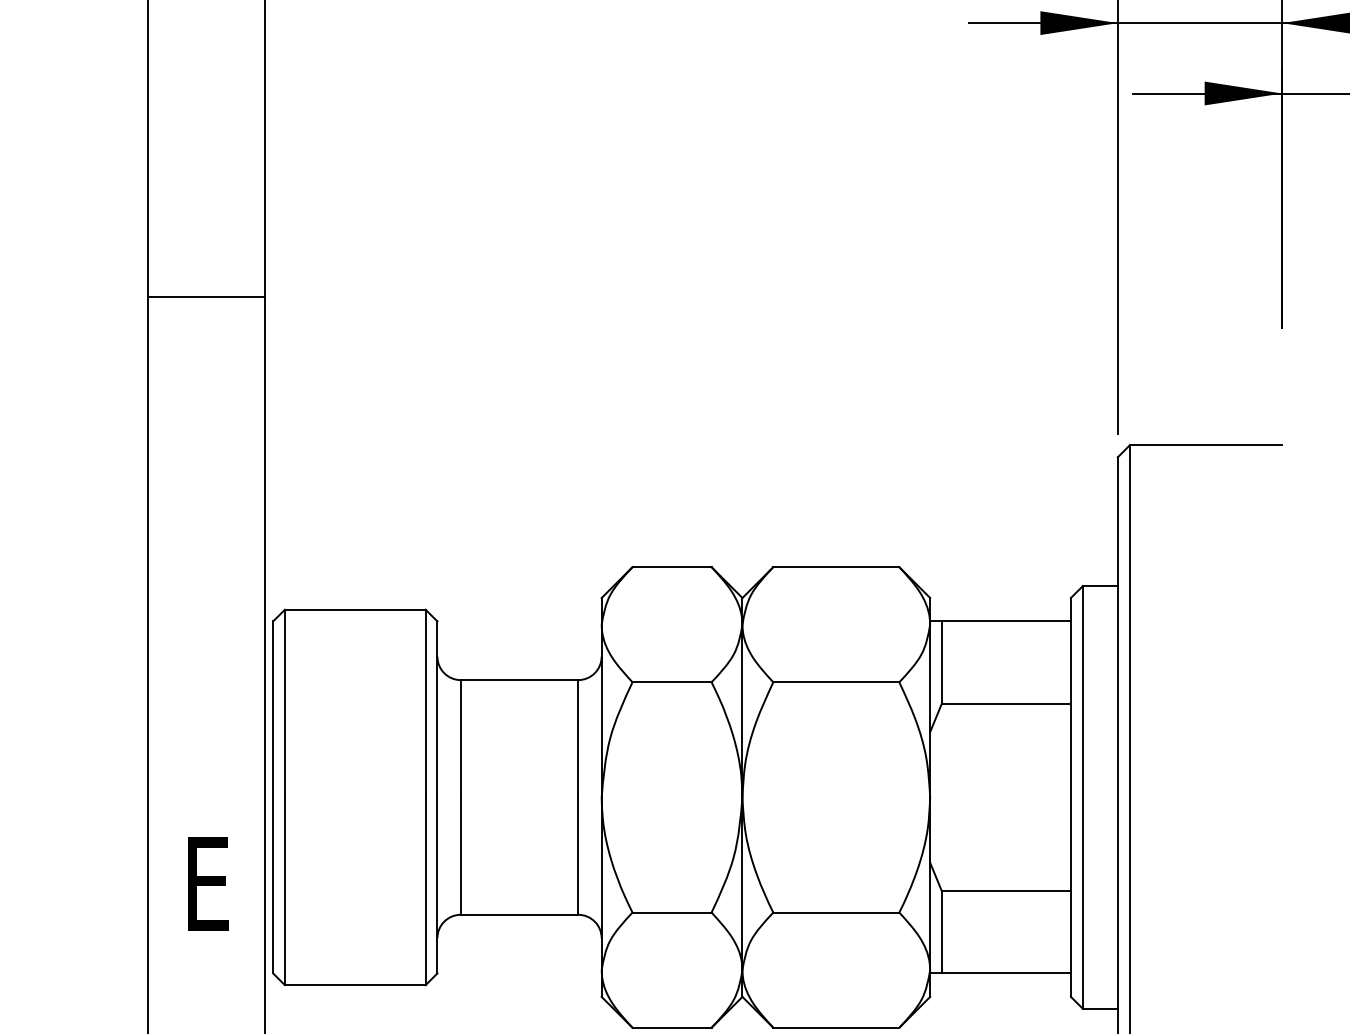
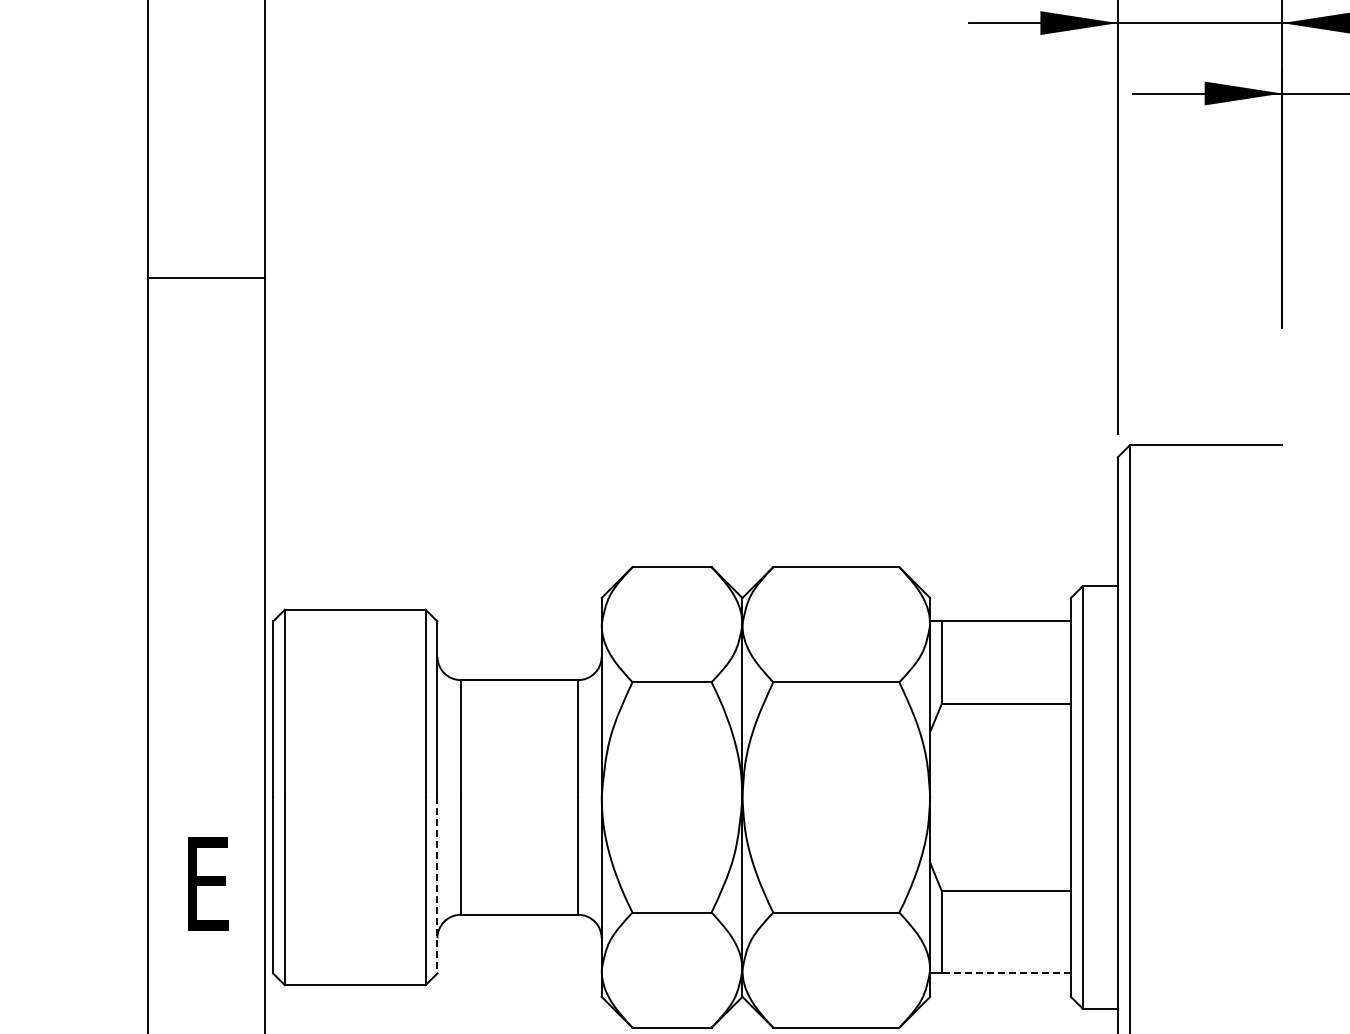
line at (206, 297) position: (206, 297) -> (206, 278)
line at (437, 885): solid -> dashed
line at (1006, 973): solid -> dashed
